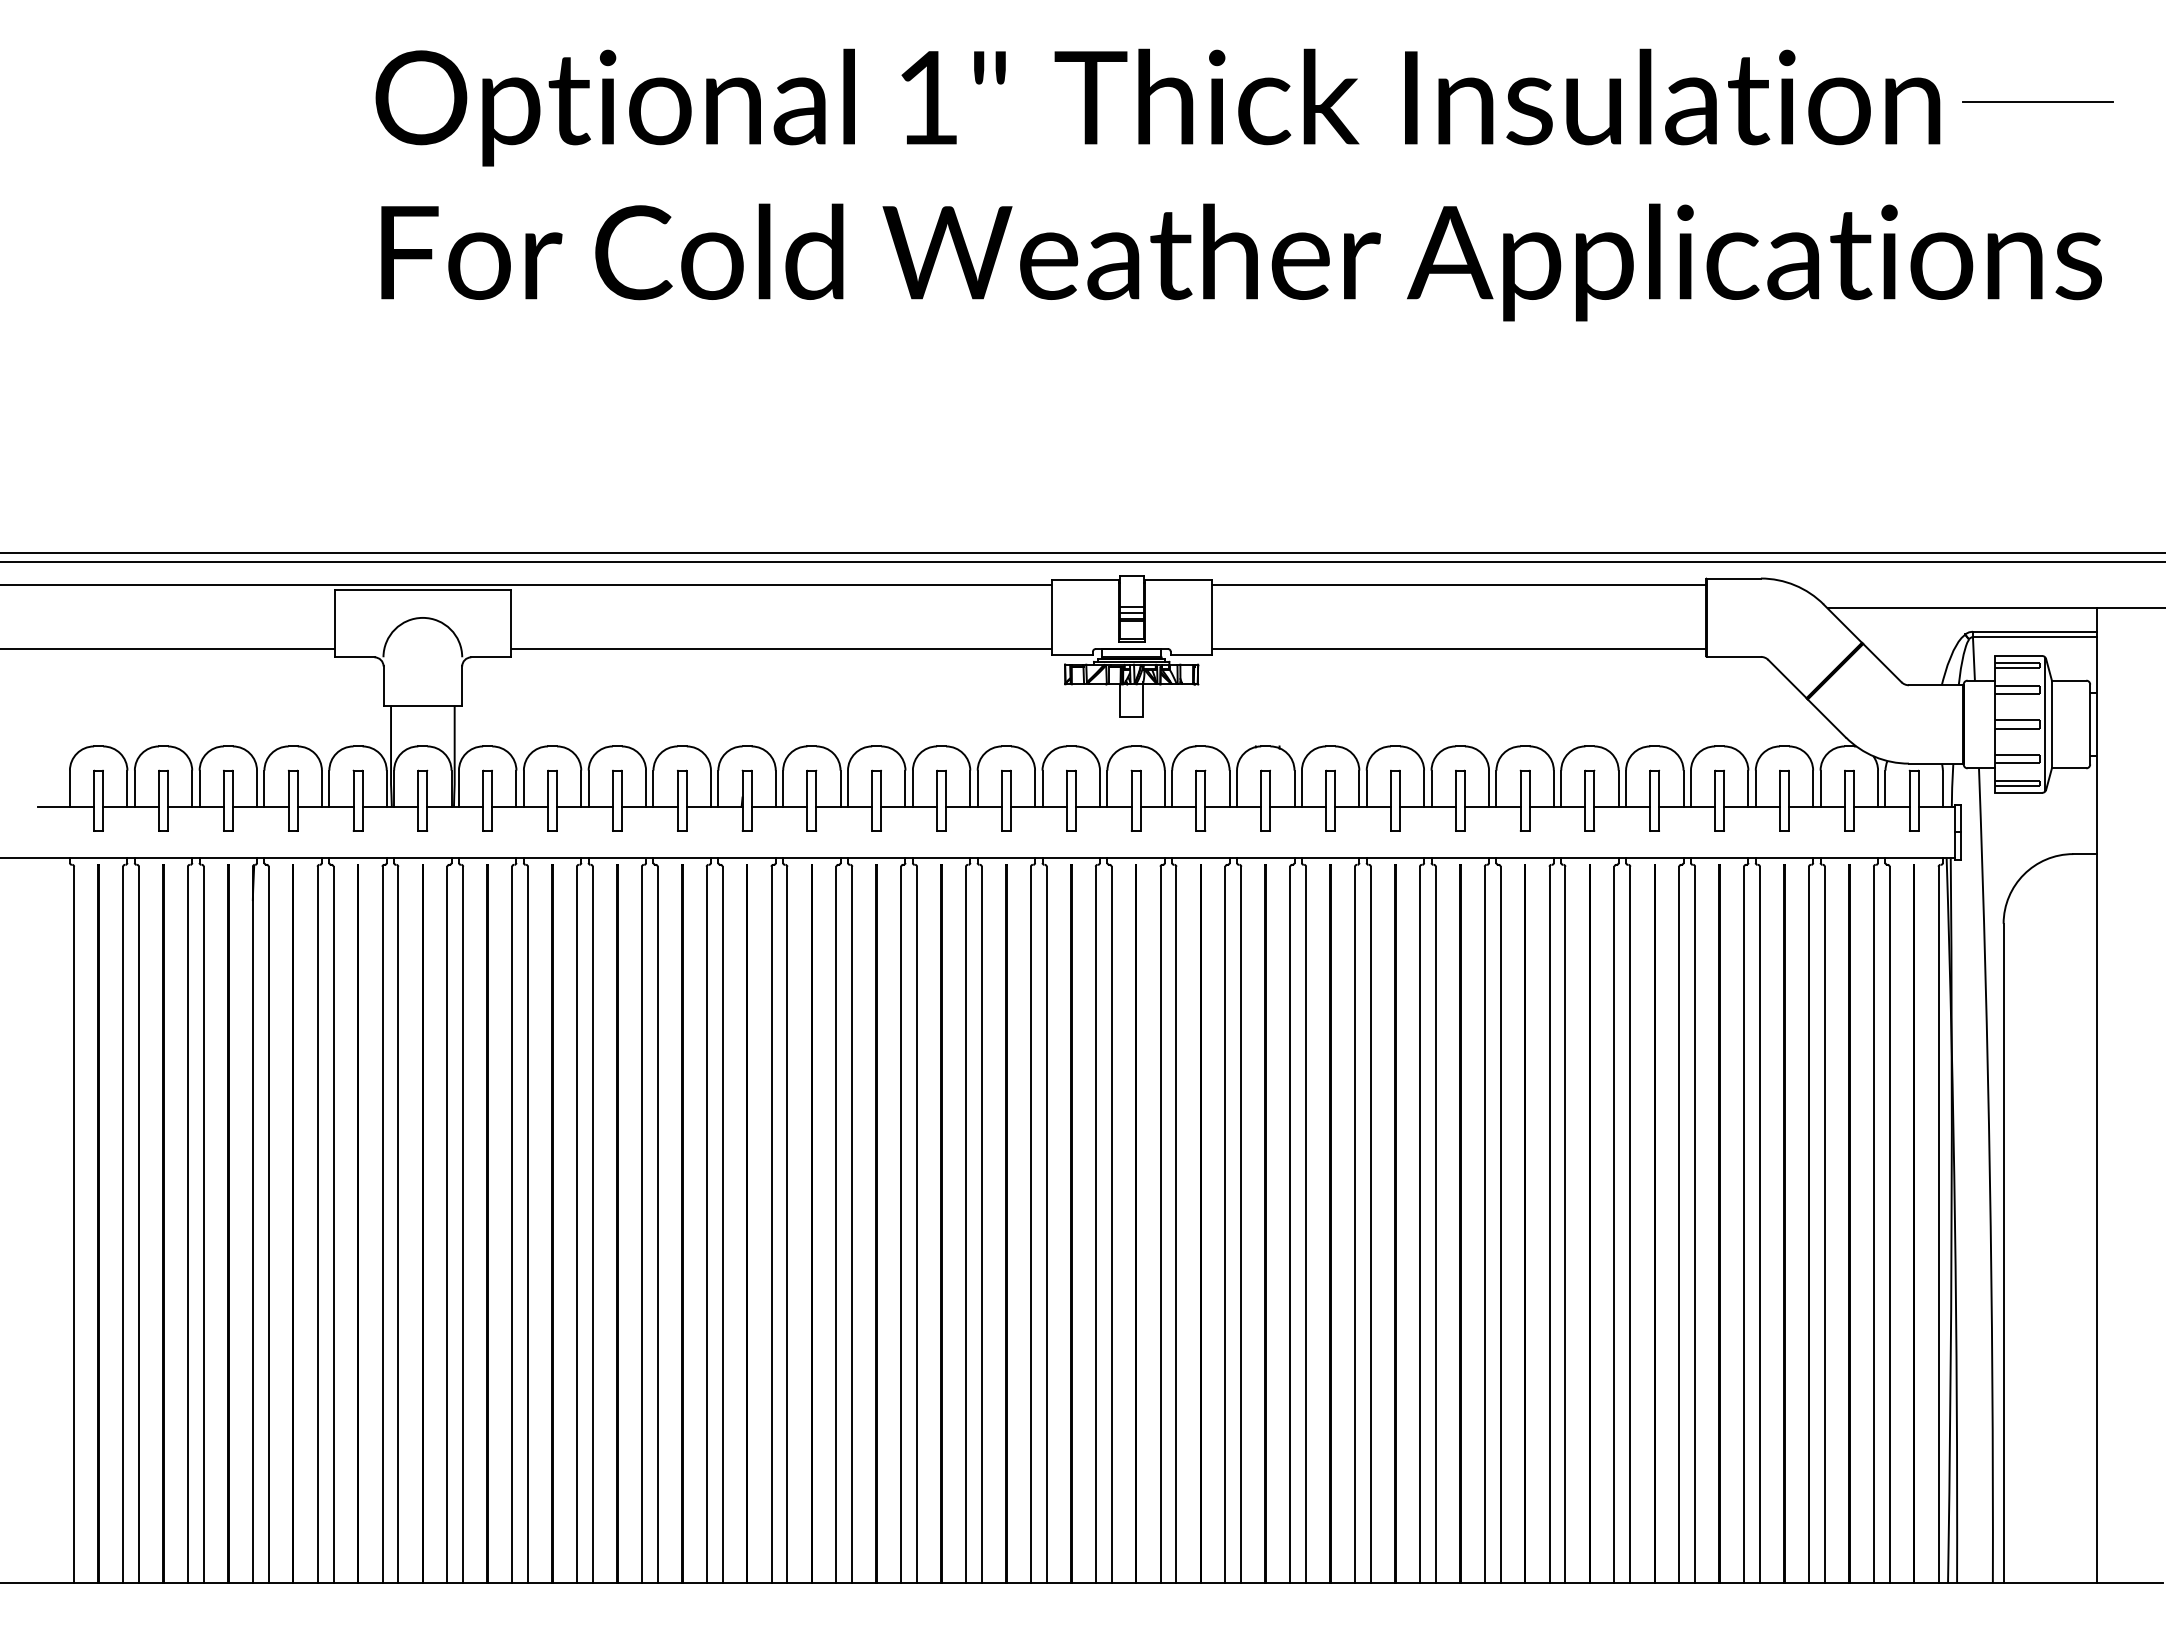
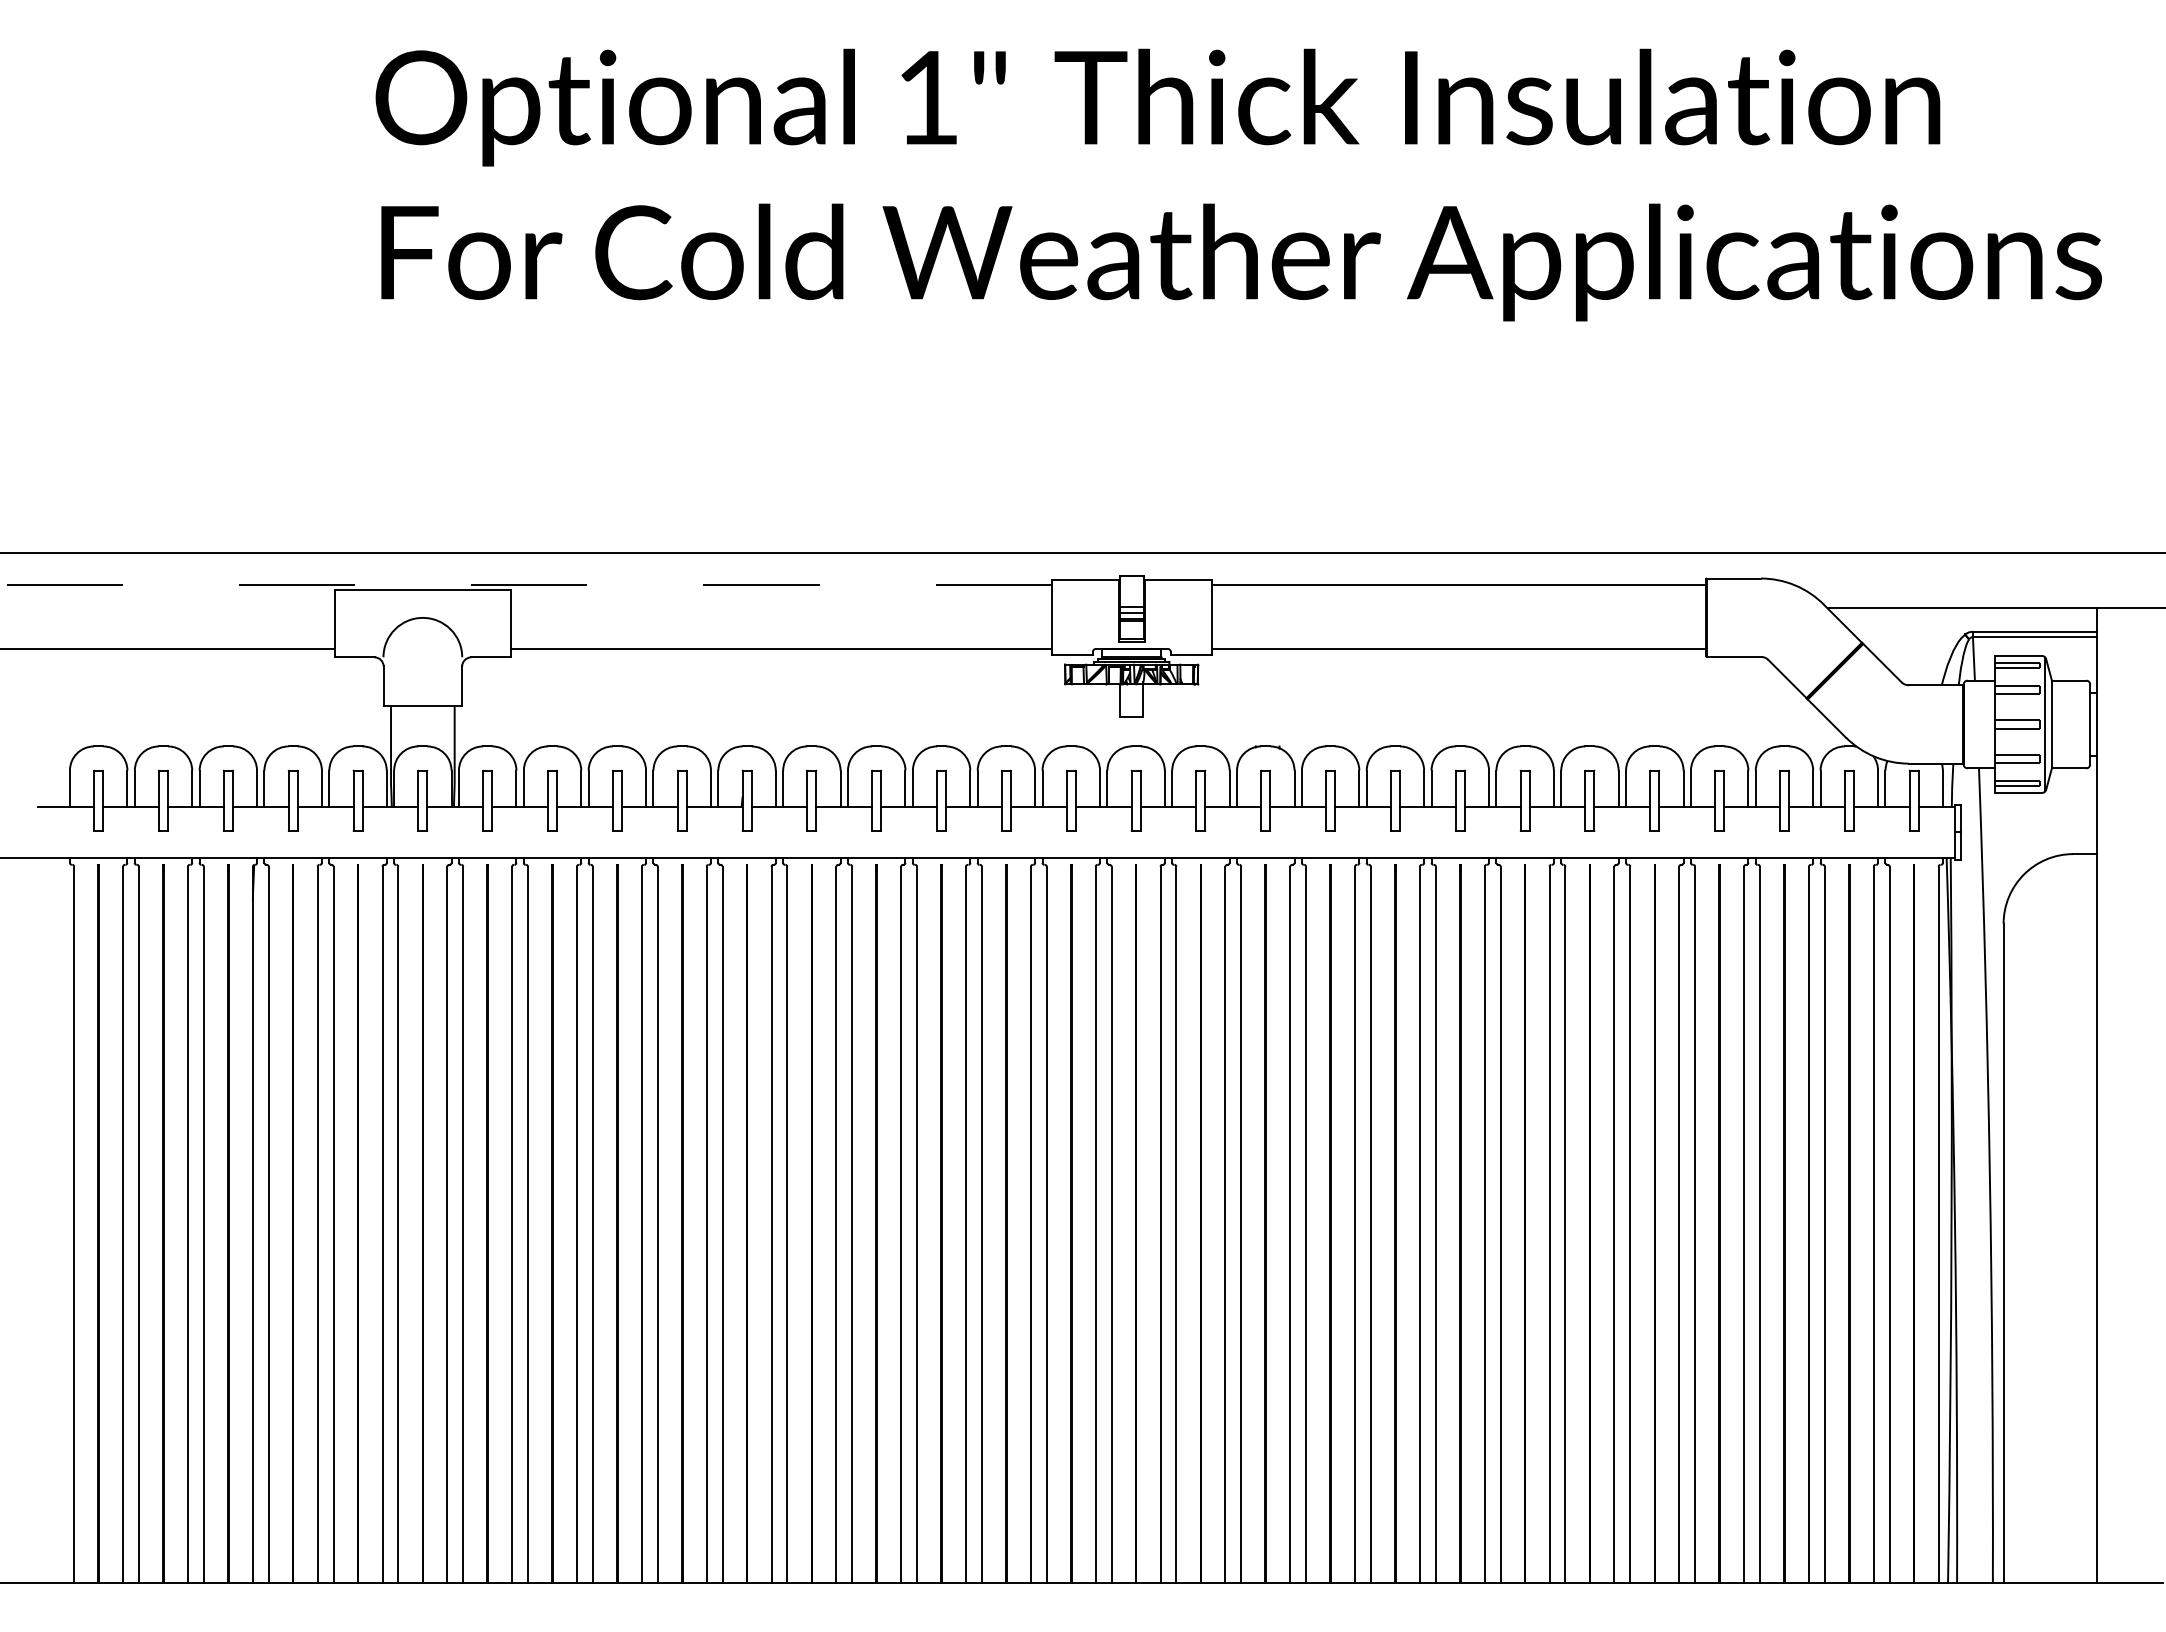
line at (2037, 101): present -> none
line at (1082, 561): present -> none
line at (525, 585): solid -> dashed
